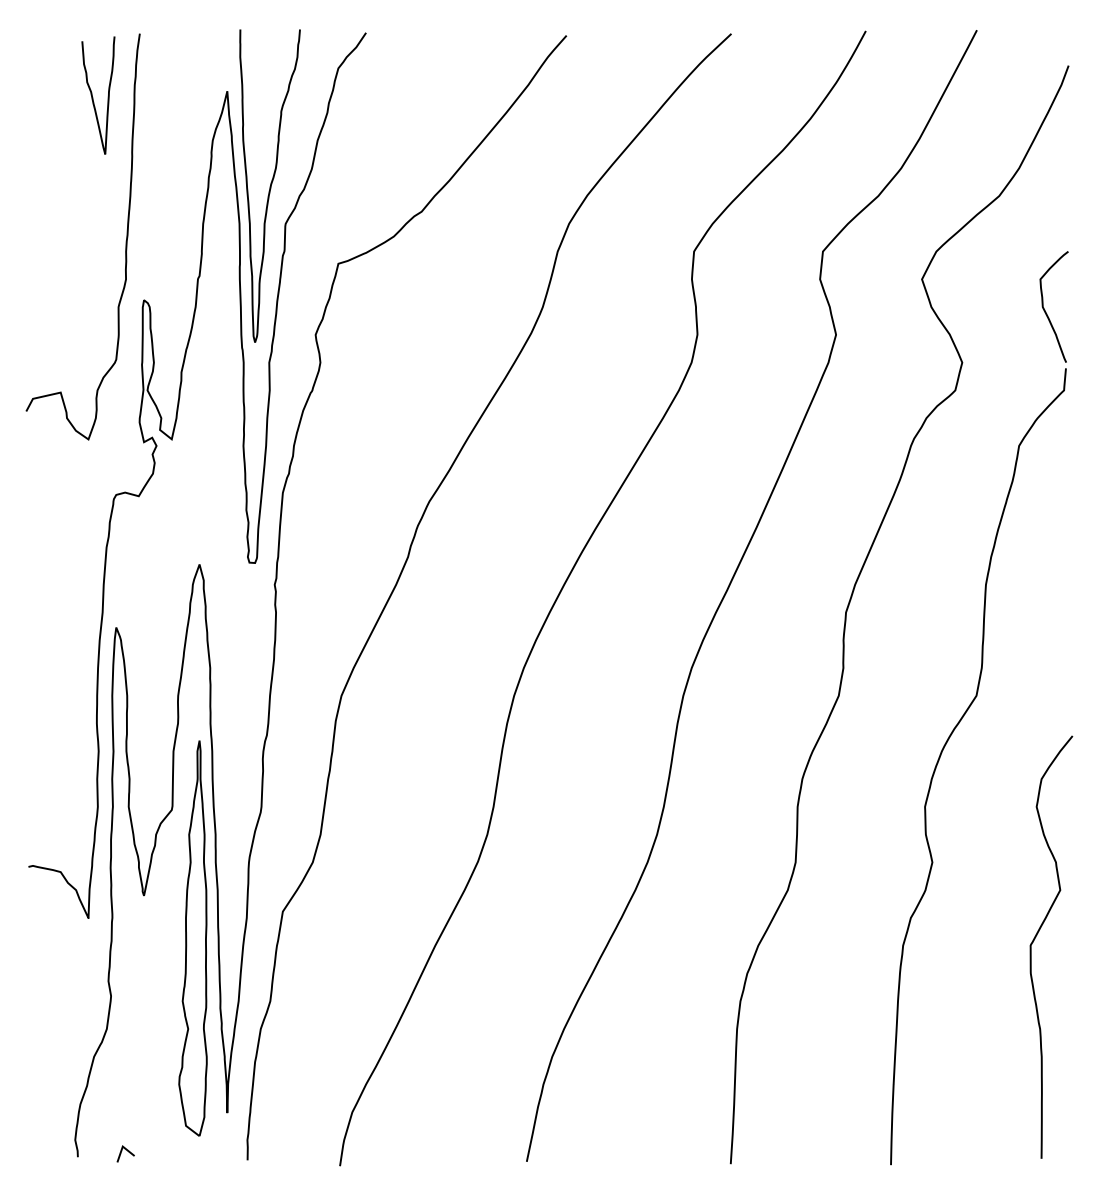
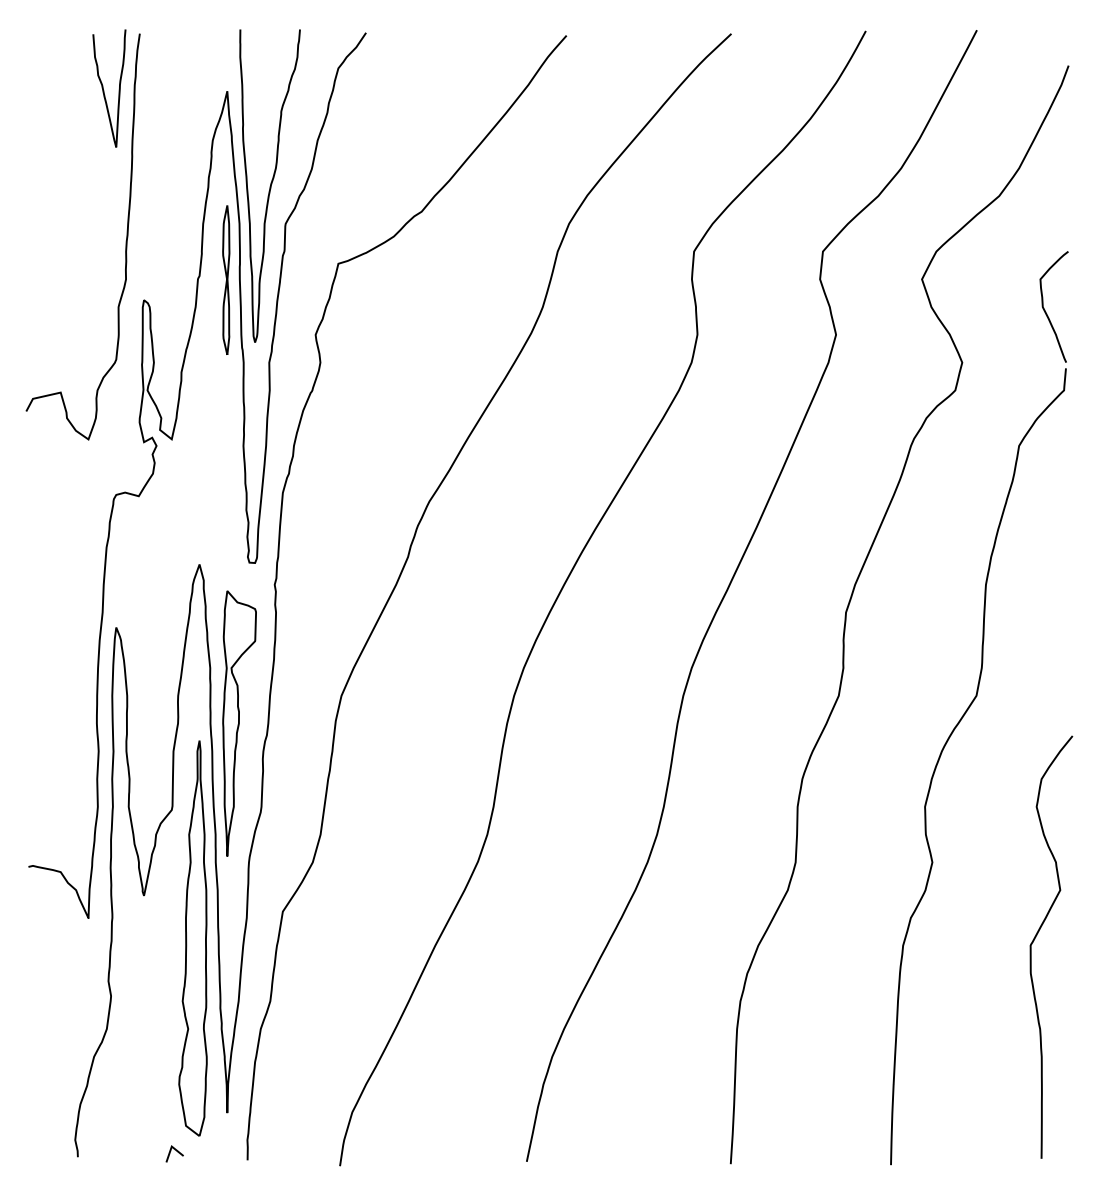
curve at (93, 97) position: (93, 97) -> (104, 90)
part at (226, 279): none -> present
part at (239, 723): none -> present
line at (127, 1151) position: (127, 1151) -> (176, 1151)
